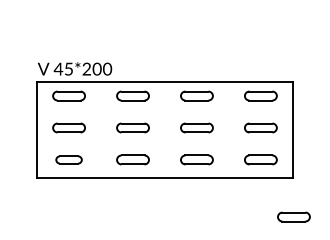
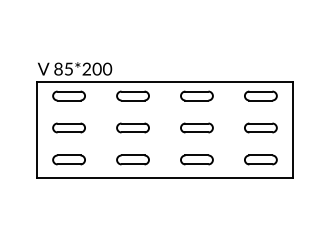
text at (58, 68): 45*200 -> 85*200
part at (68, 159) size: 28x10 px -> 34x12 px
part at (293, 216): present -> none
